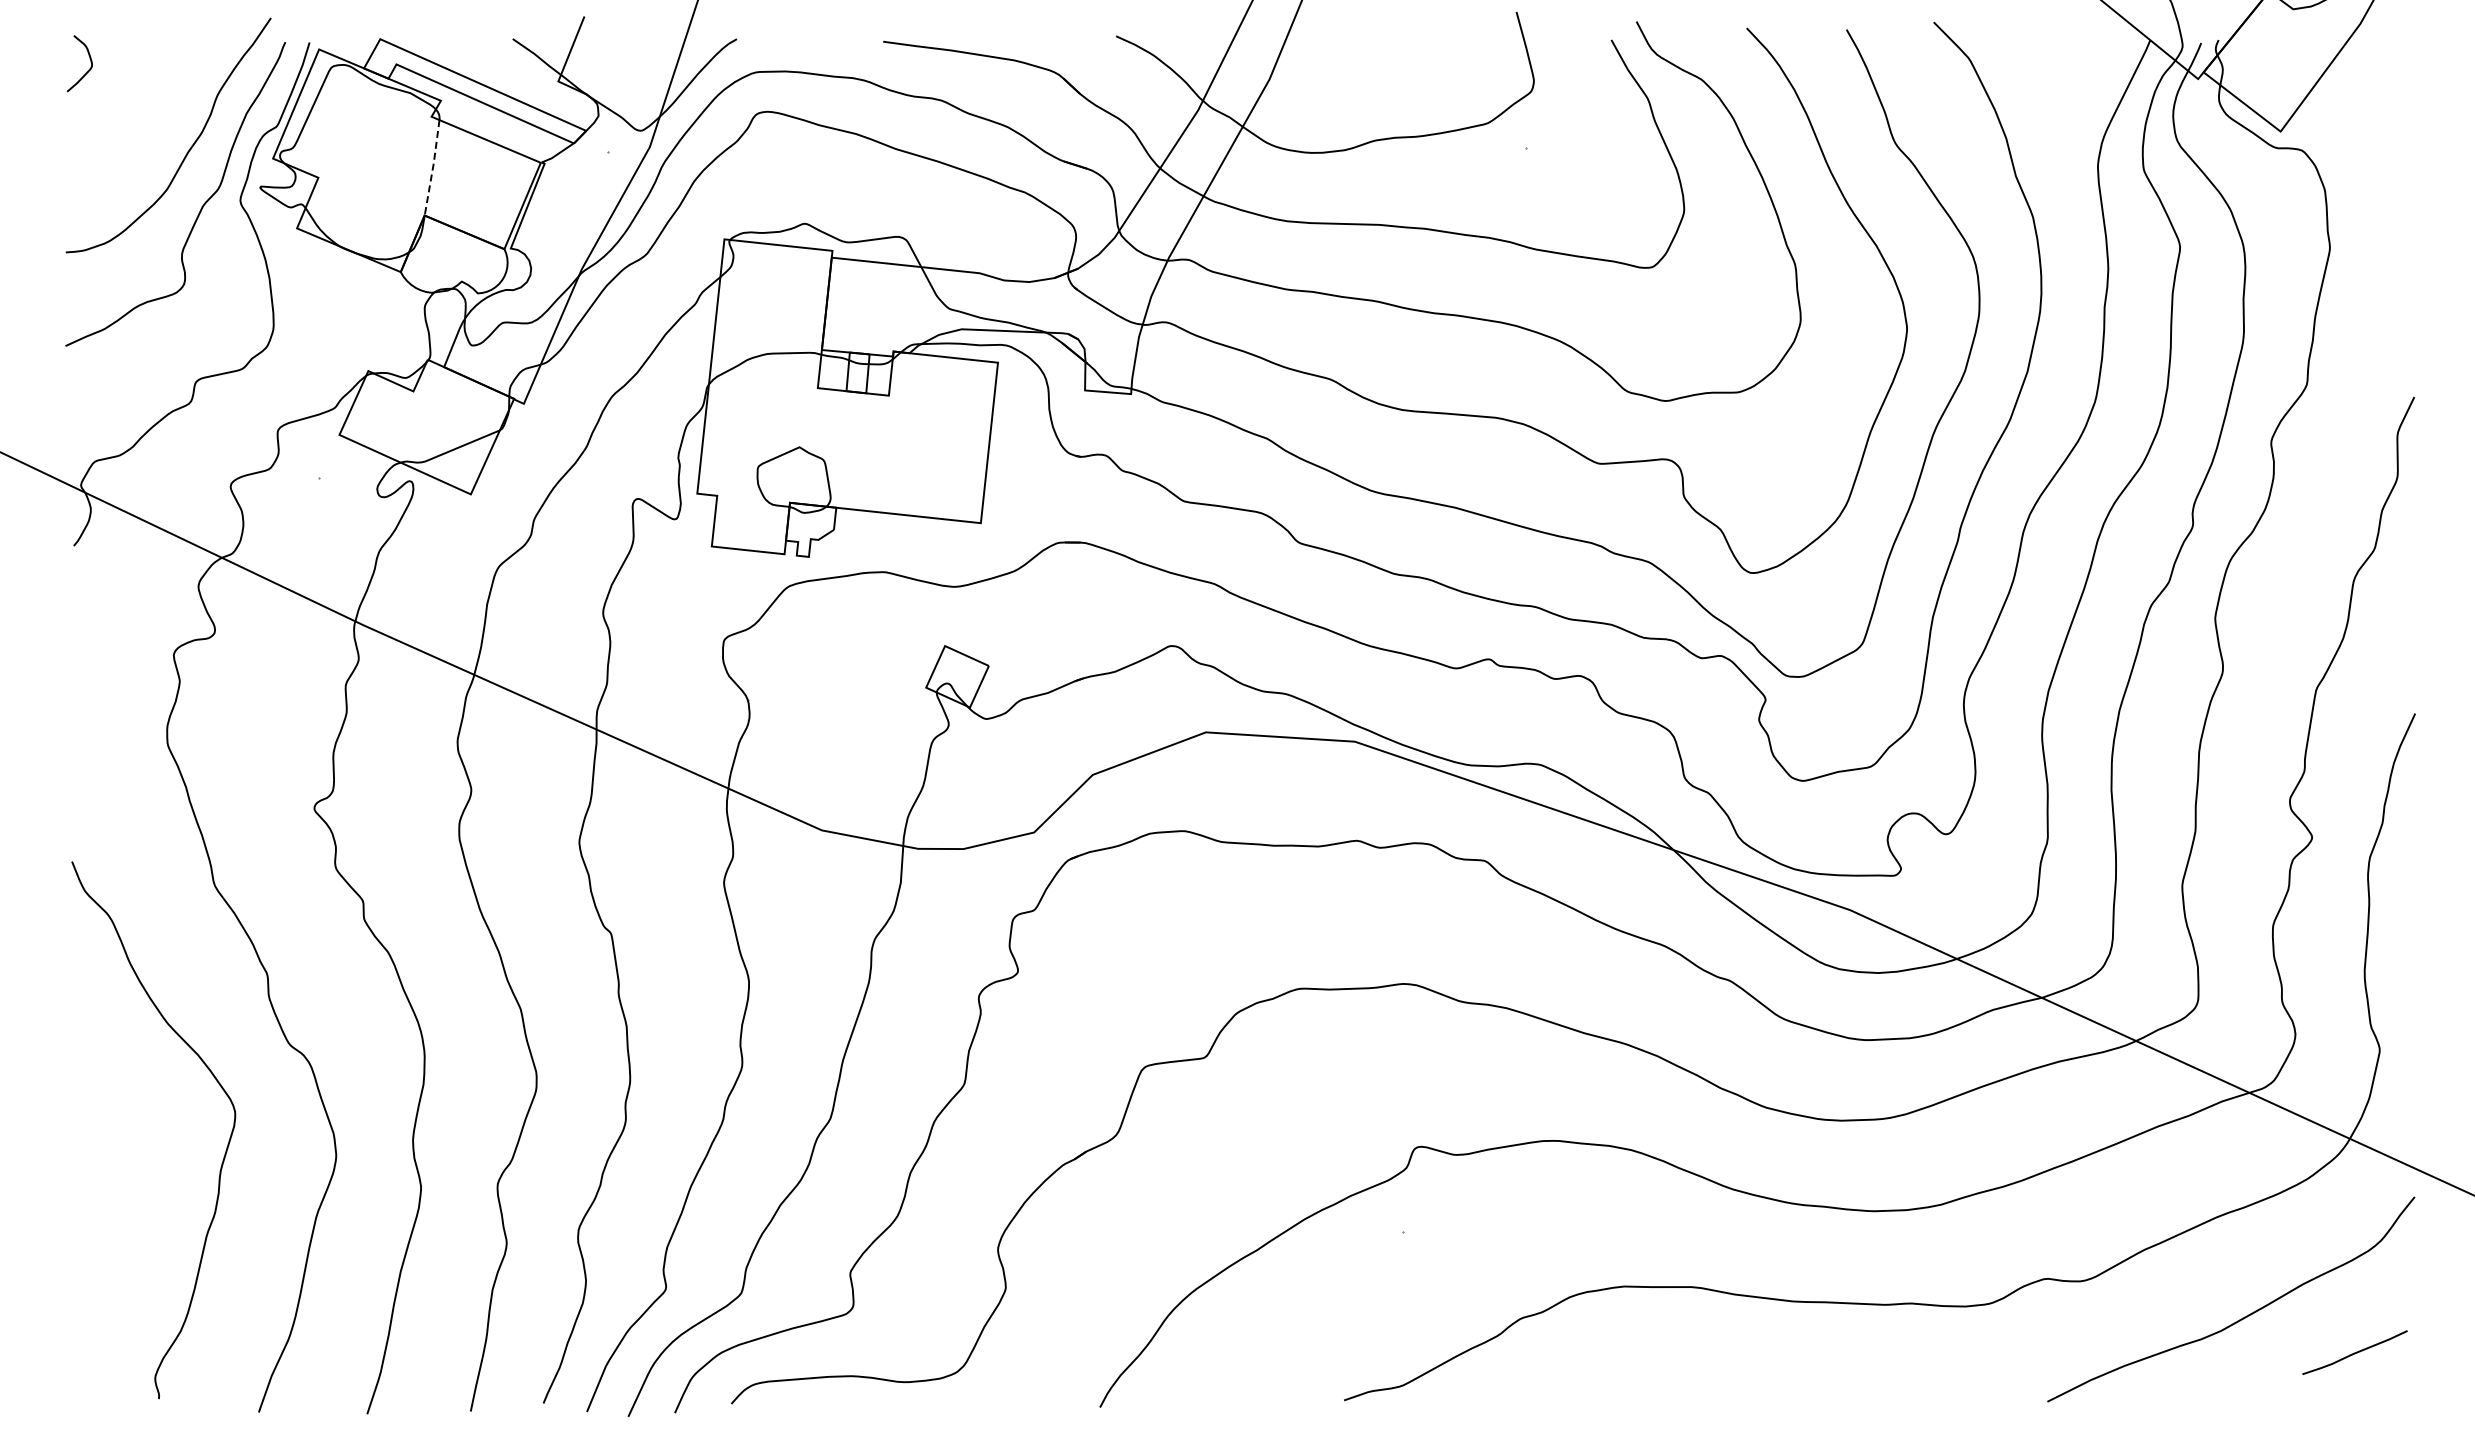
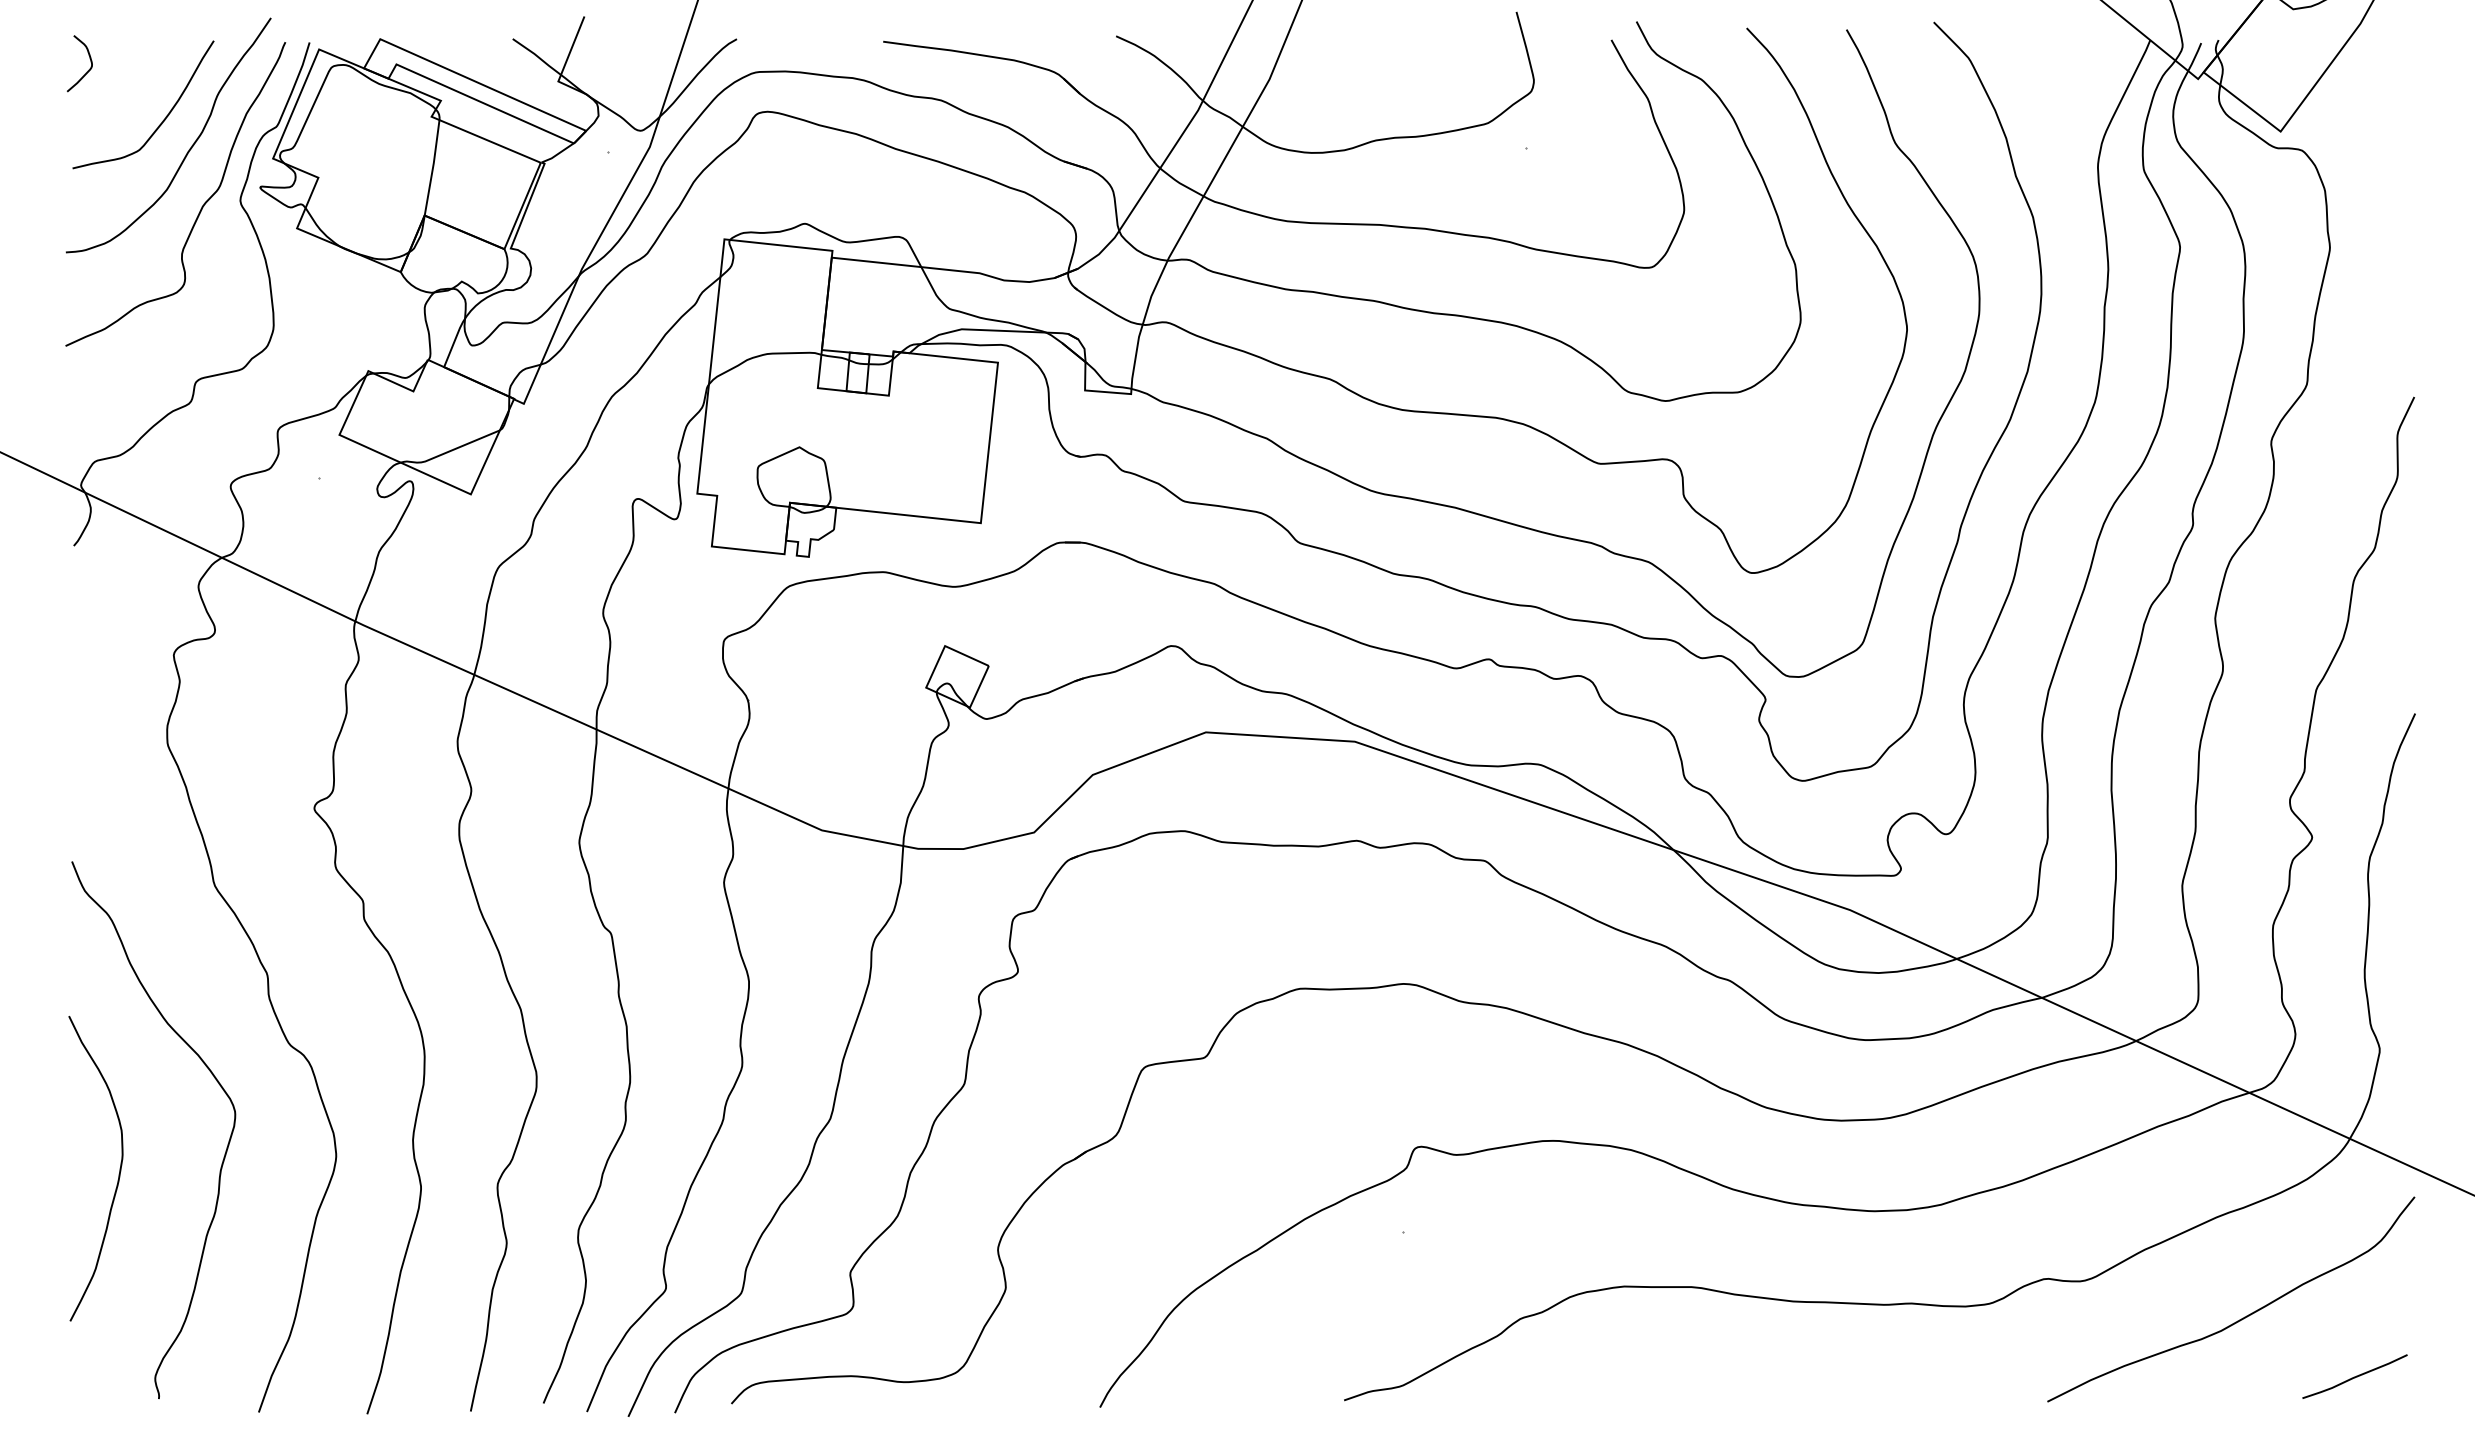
curve at (162, 120): none -> present
line at (432, 167): dashed -> solid
curve at (118, 1174): none -> present
curve at (2354, 1352) position: (2354, 1352) -> (2354, 1376)
